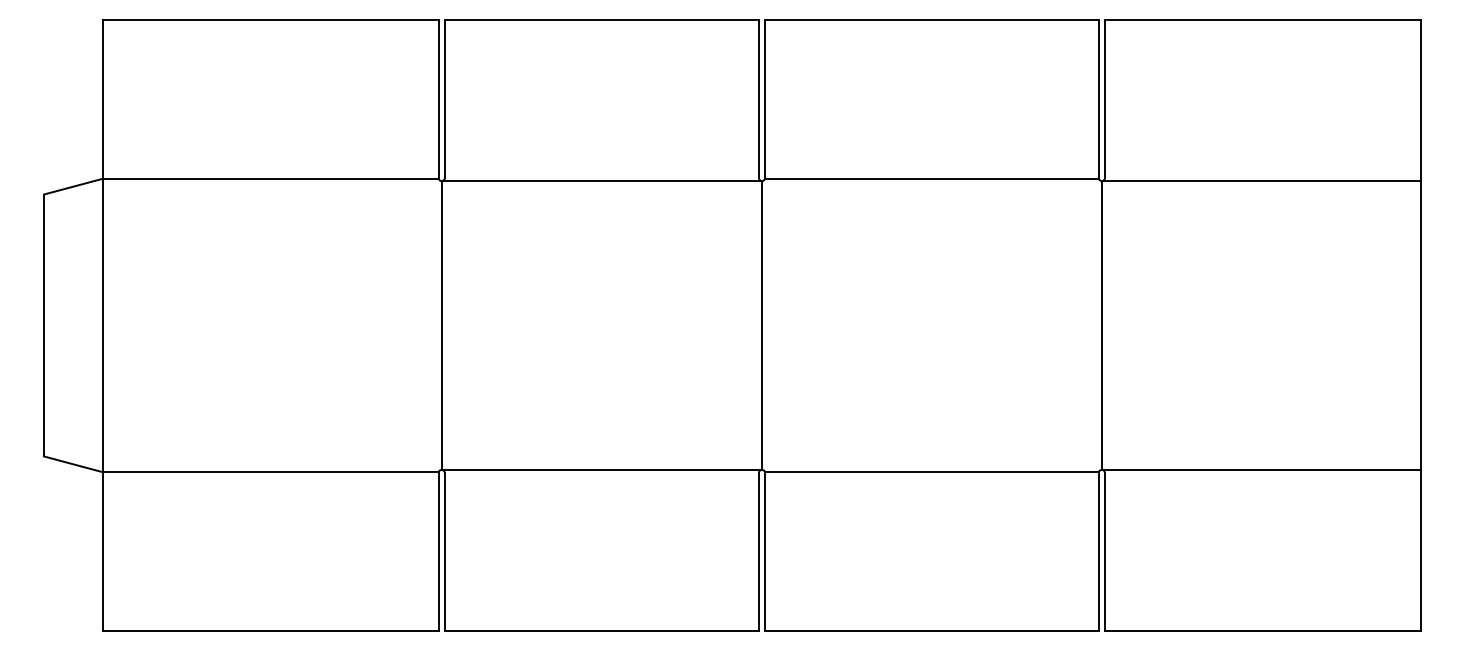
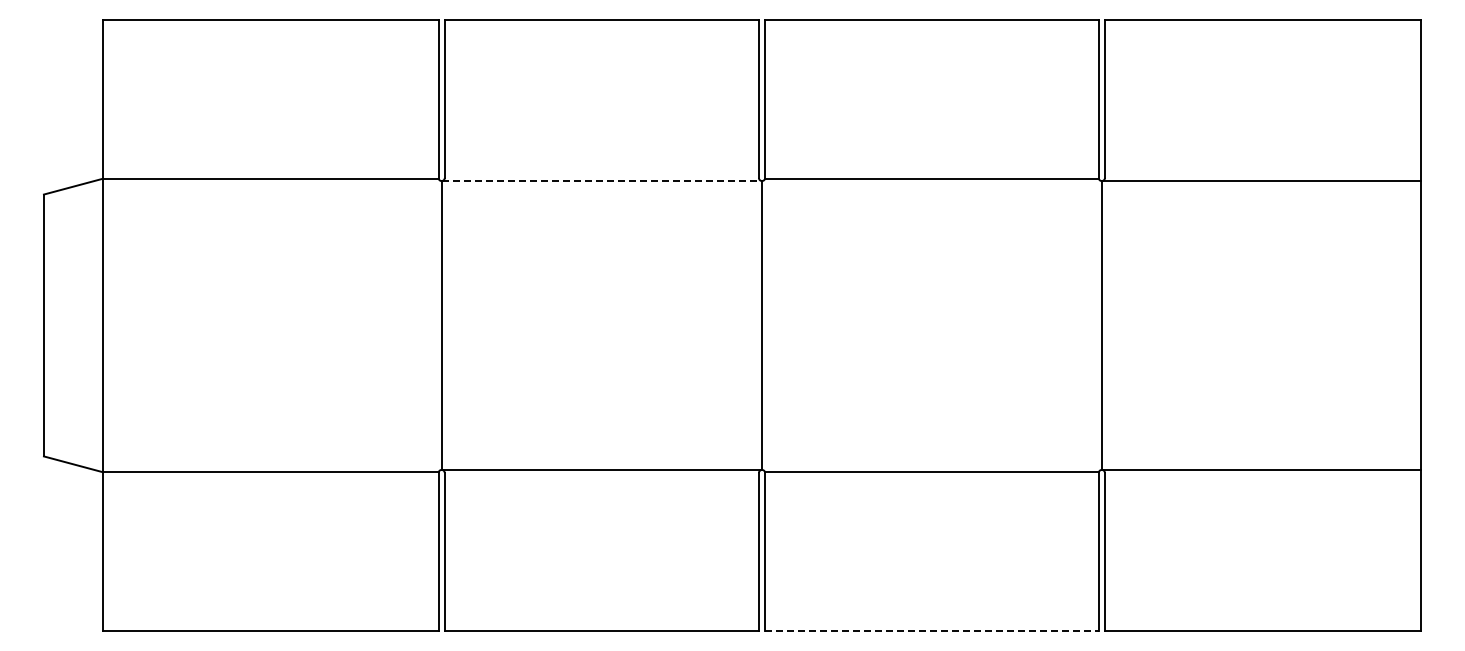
line at (602, 181): solid -> dashed
line at (931, 631): solid -> dashed
